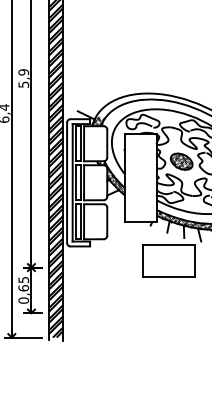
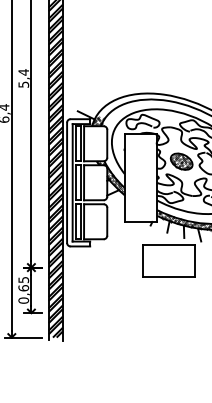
text at (23, 72): 5,9 -> 5,4
